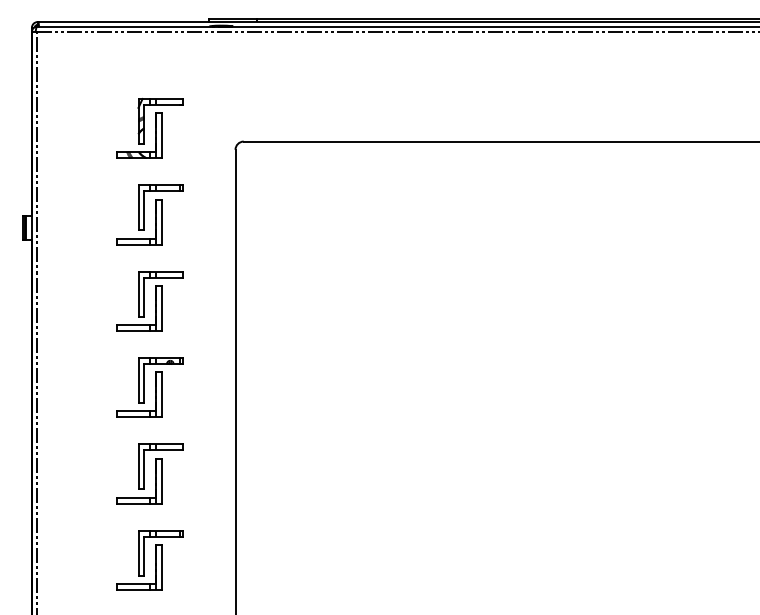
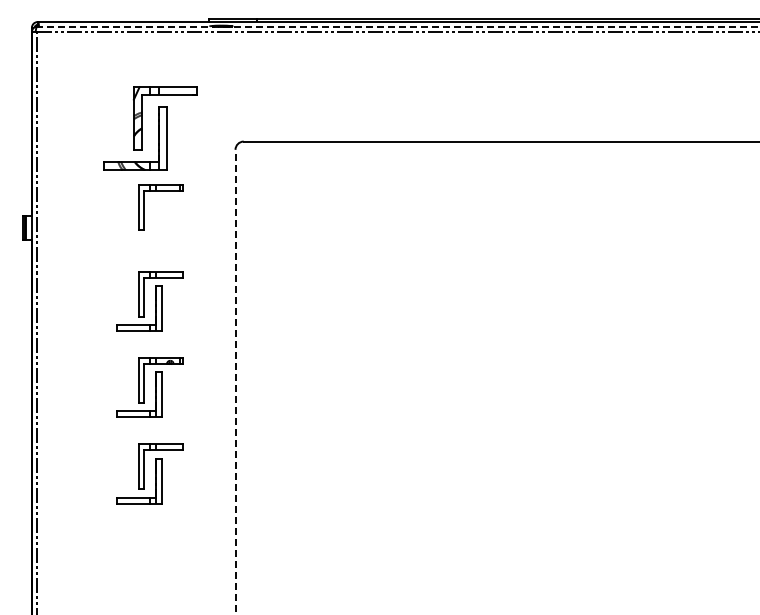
line at (397, 26): solid -> dashed
part at (149, 128) size: 68x61 px -> 95x85 px
part at (155, 222): present -> none
line at (235, 381): solid -> dashed
part at (149, 560): present -> none
